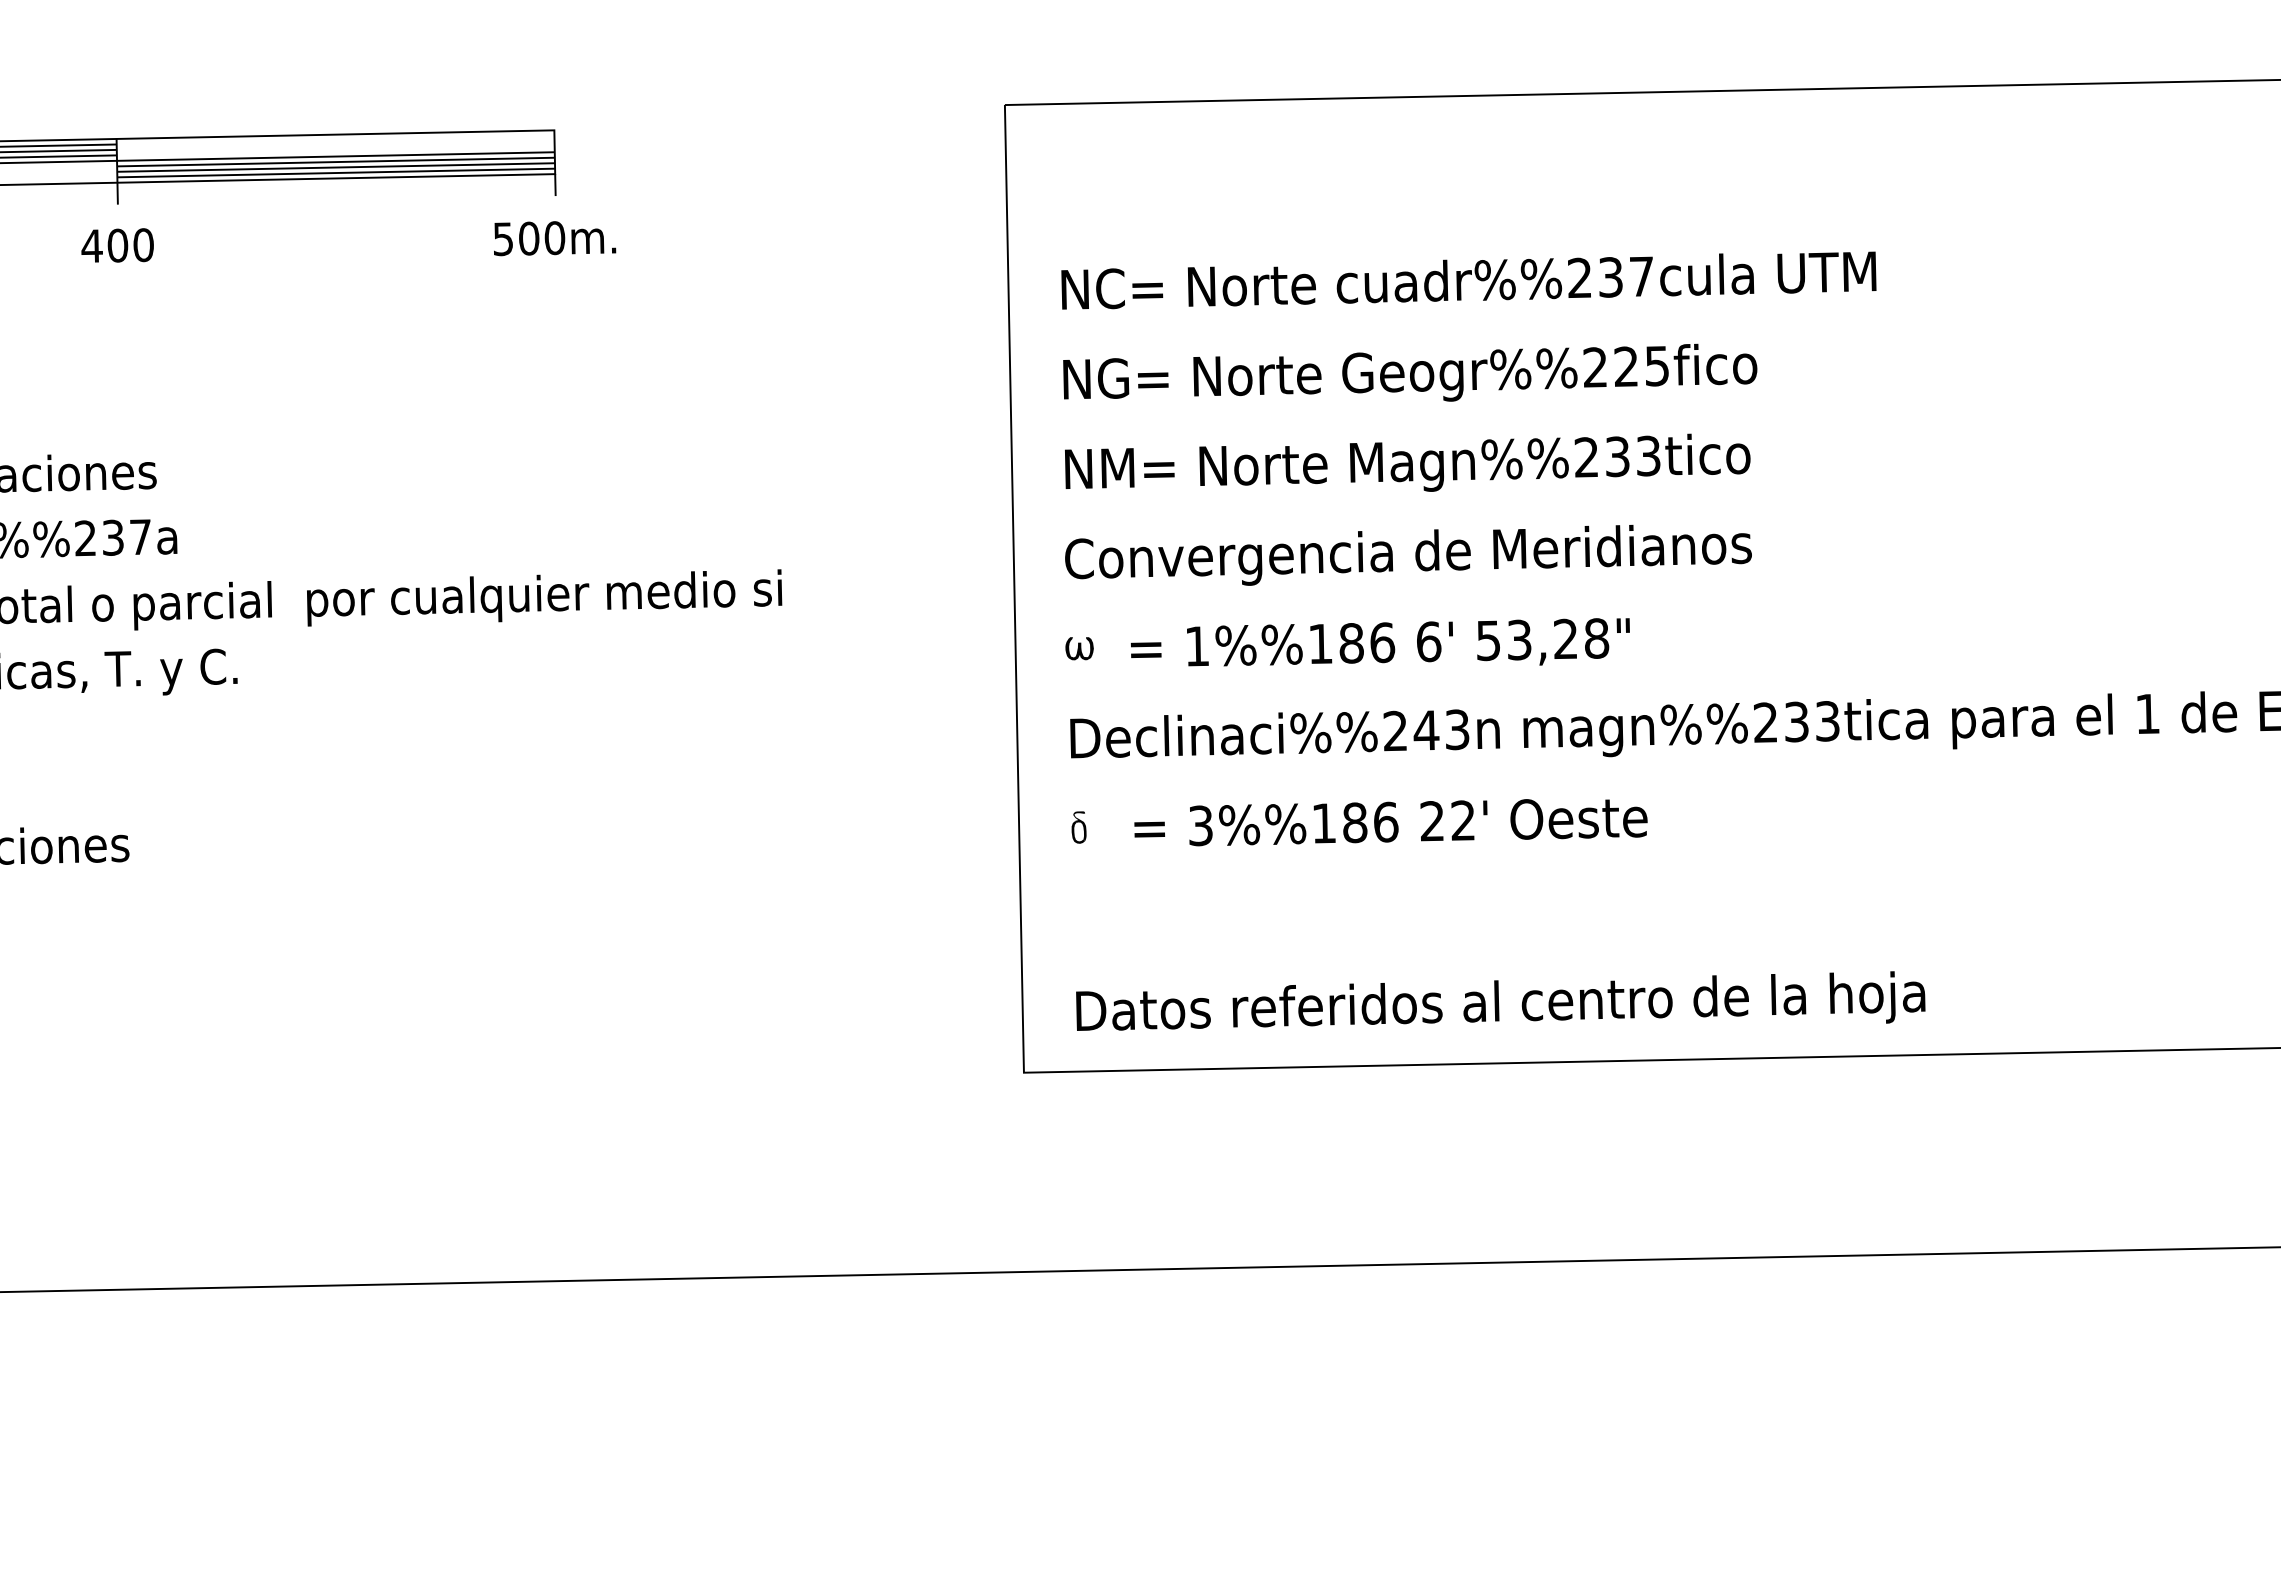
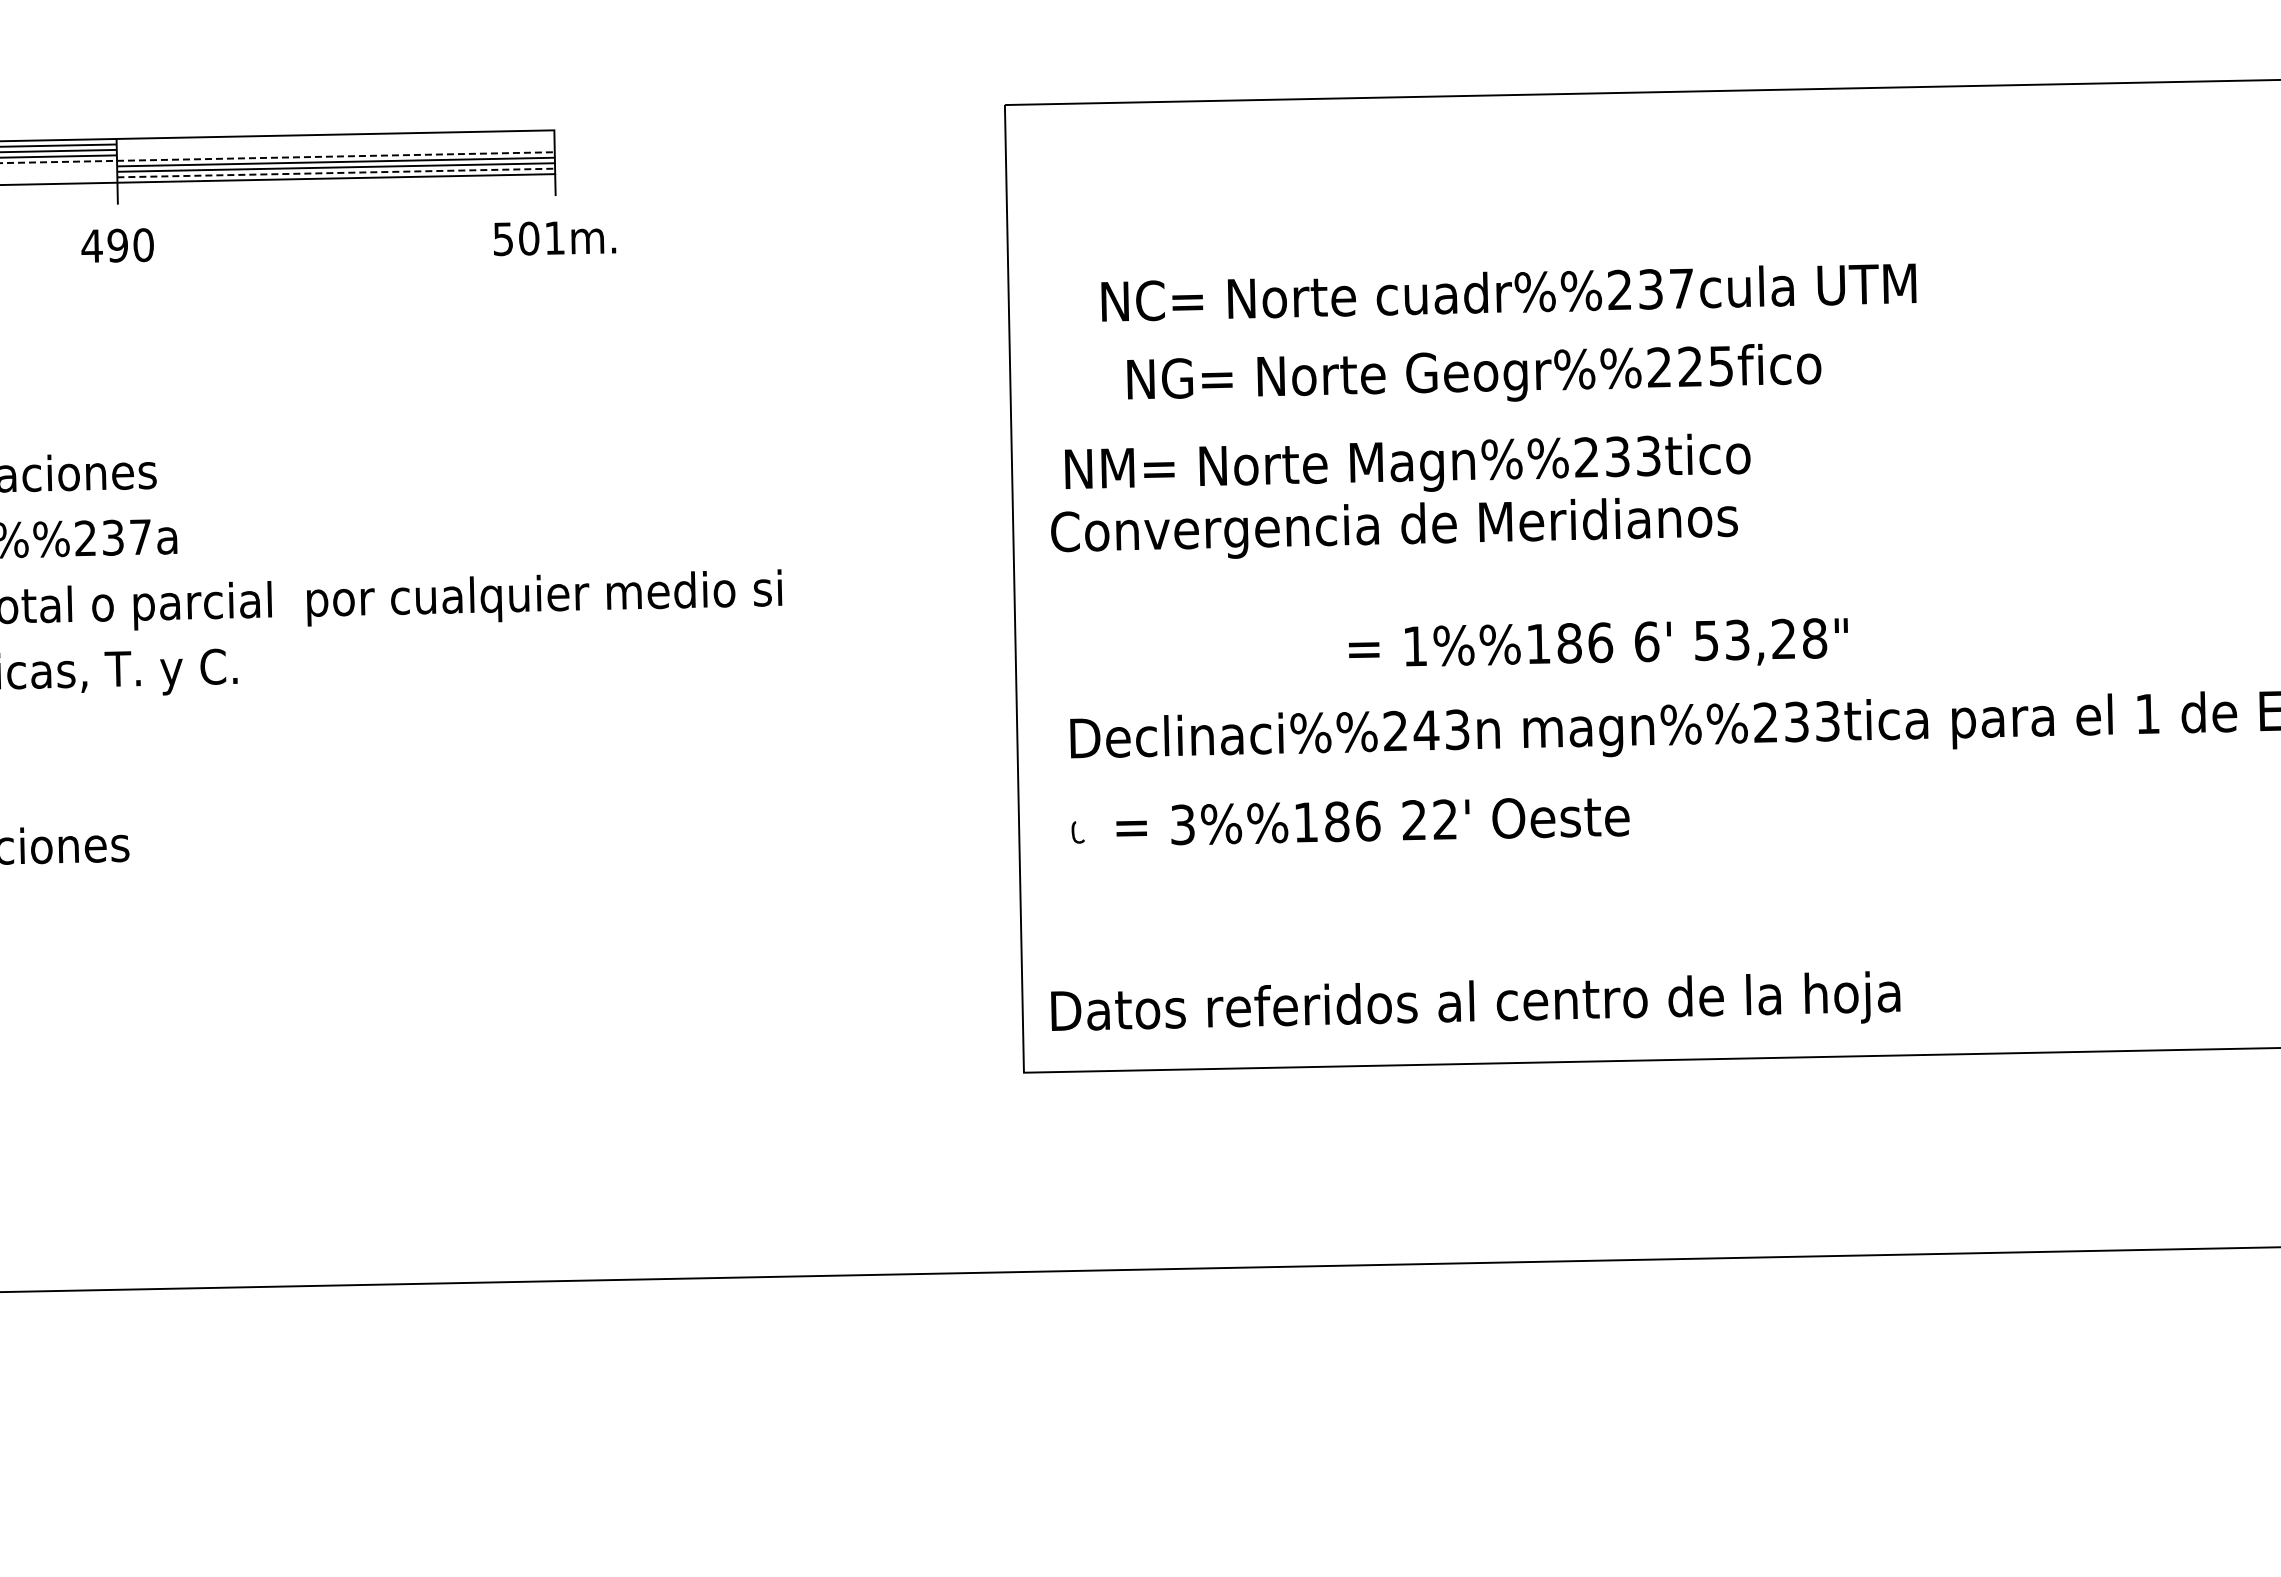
line at (277, 157): solid -> dashed
line at (336, 173): solid -> dashed
text at (554, 238): 500m. -> 501m.
text at (117, 245): 400 -> 490
text at (1468, 280) position: (1468, 280) -> (1508, 292)
text at (1410, 372) position: (1410, 372) -> (1474, 372)
text at (1408, 554) position: (1408, 554) -> (1394, 527)
text at (1379, 642) position: (1379, 642) -> (1597, 642)
fill at (1079, 648): present -> none
text at (1390, 822) position: (1390, 822) -> (1372, 821)
fill at (1079, 826): present -> none
text at (1500, 1000) position: (1500, 1000) -> (1475, 1000)
